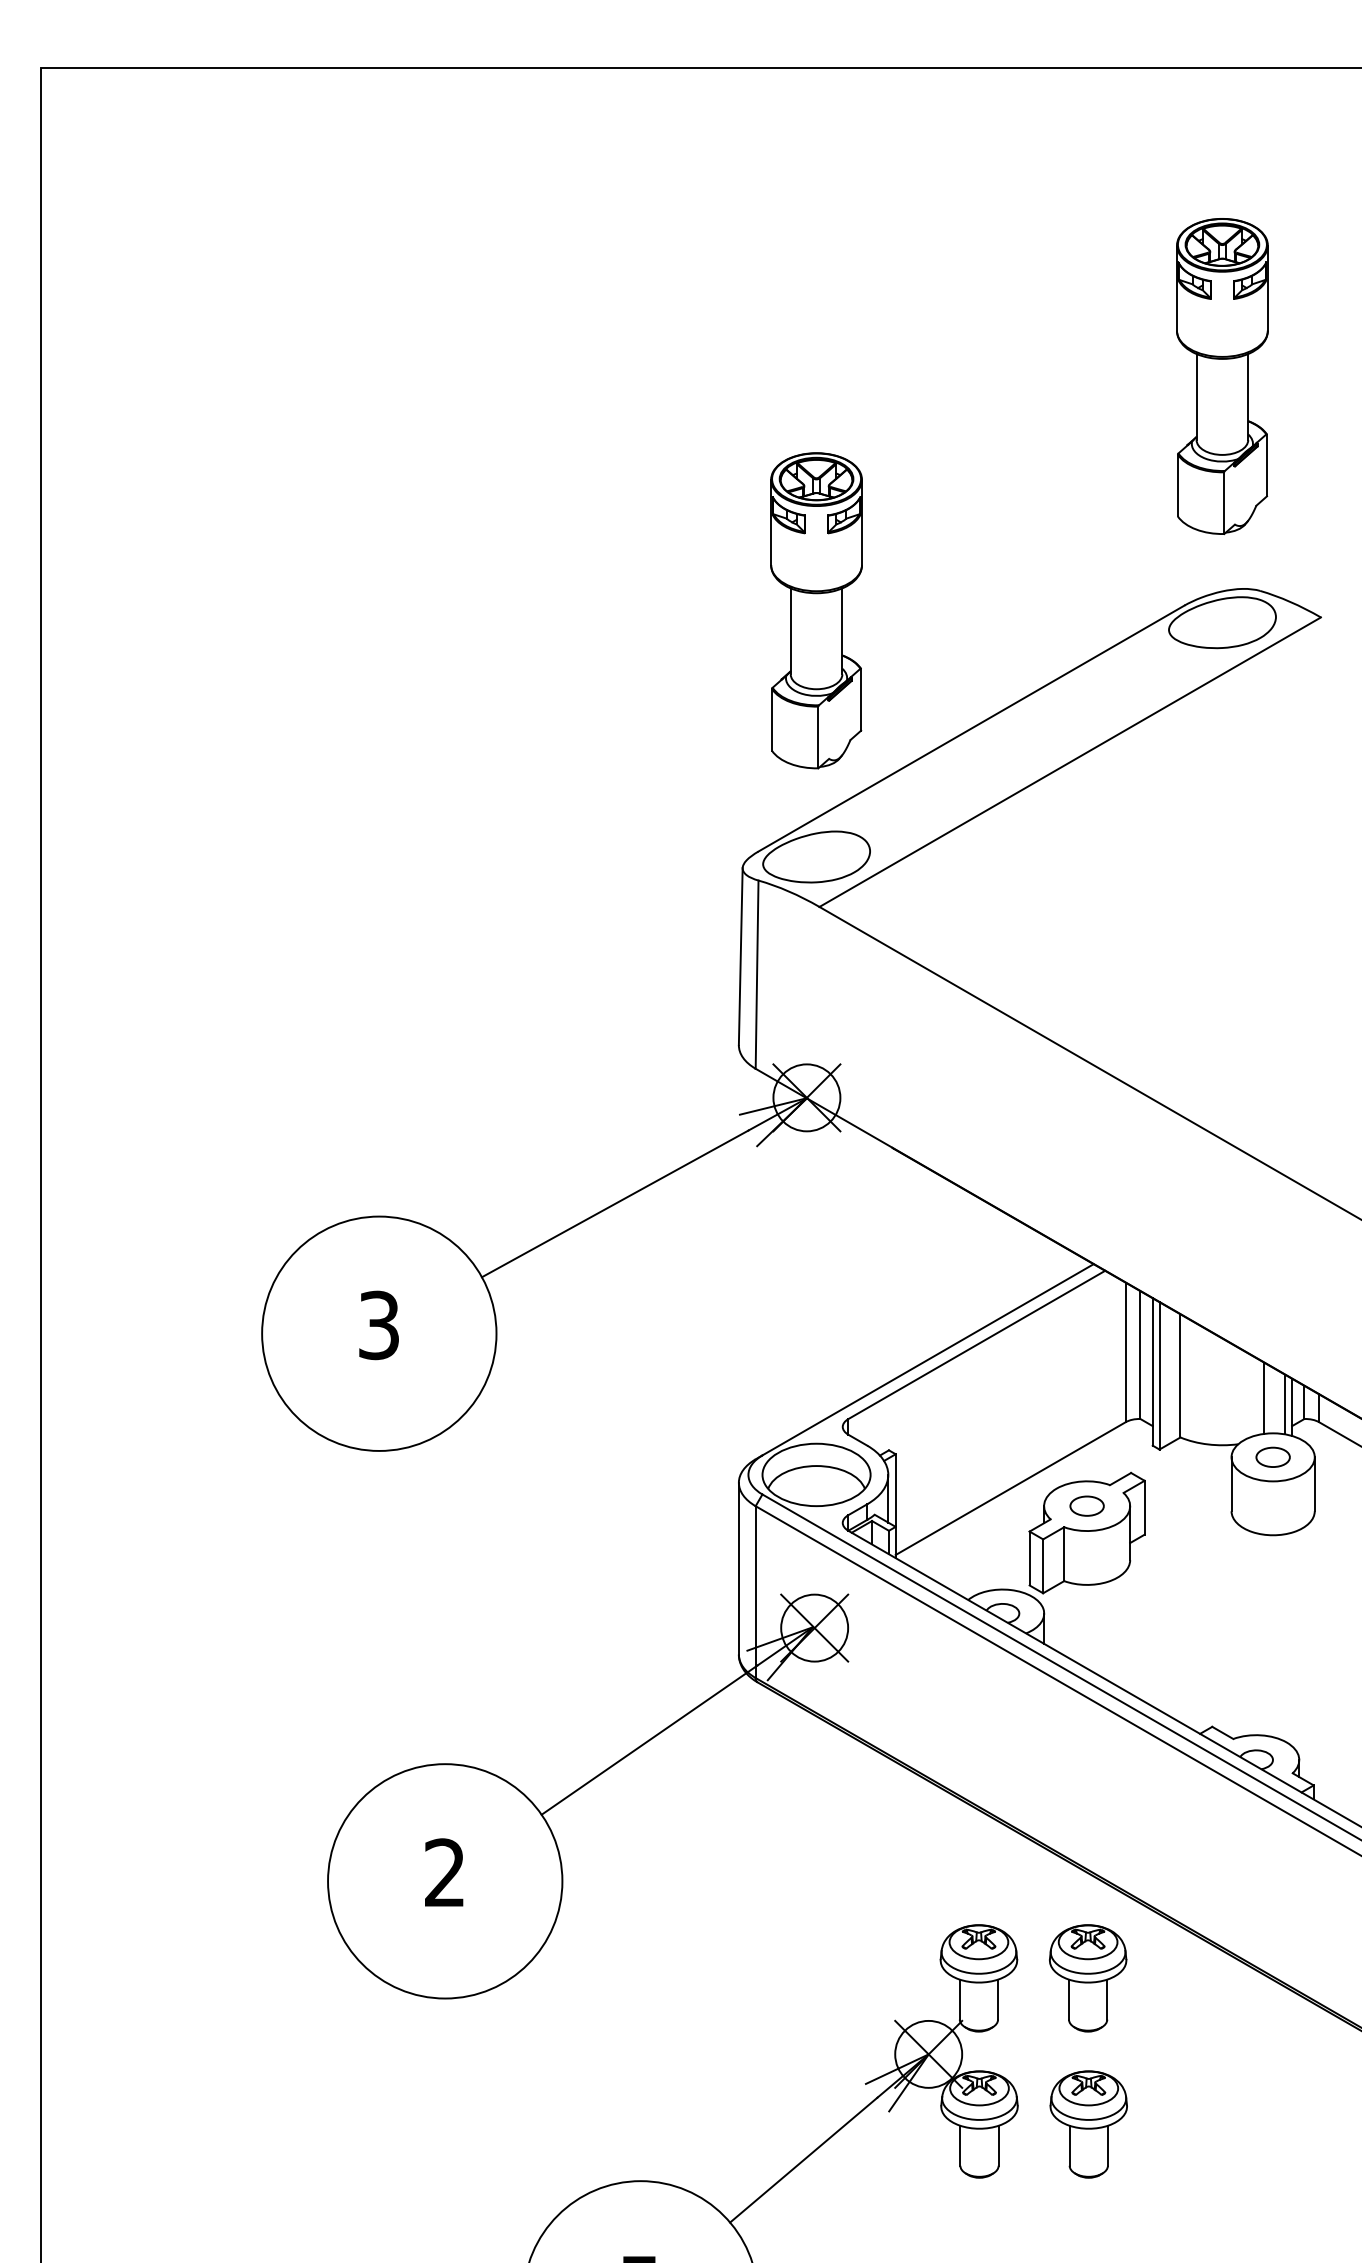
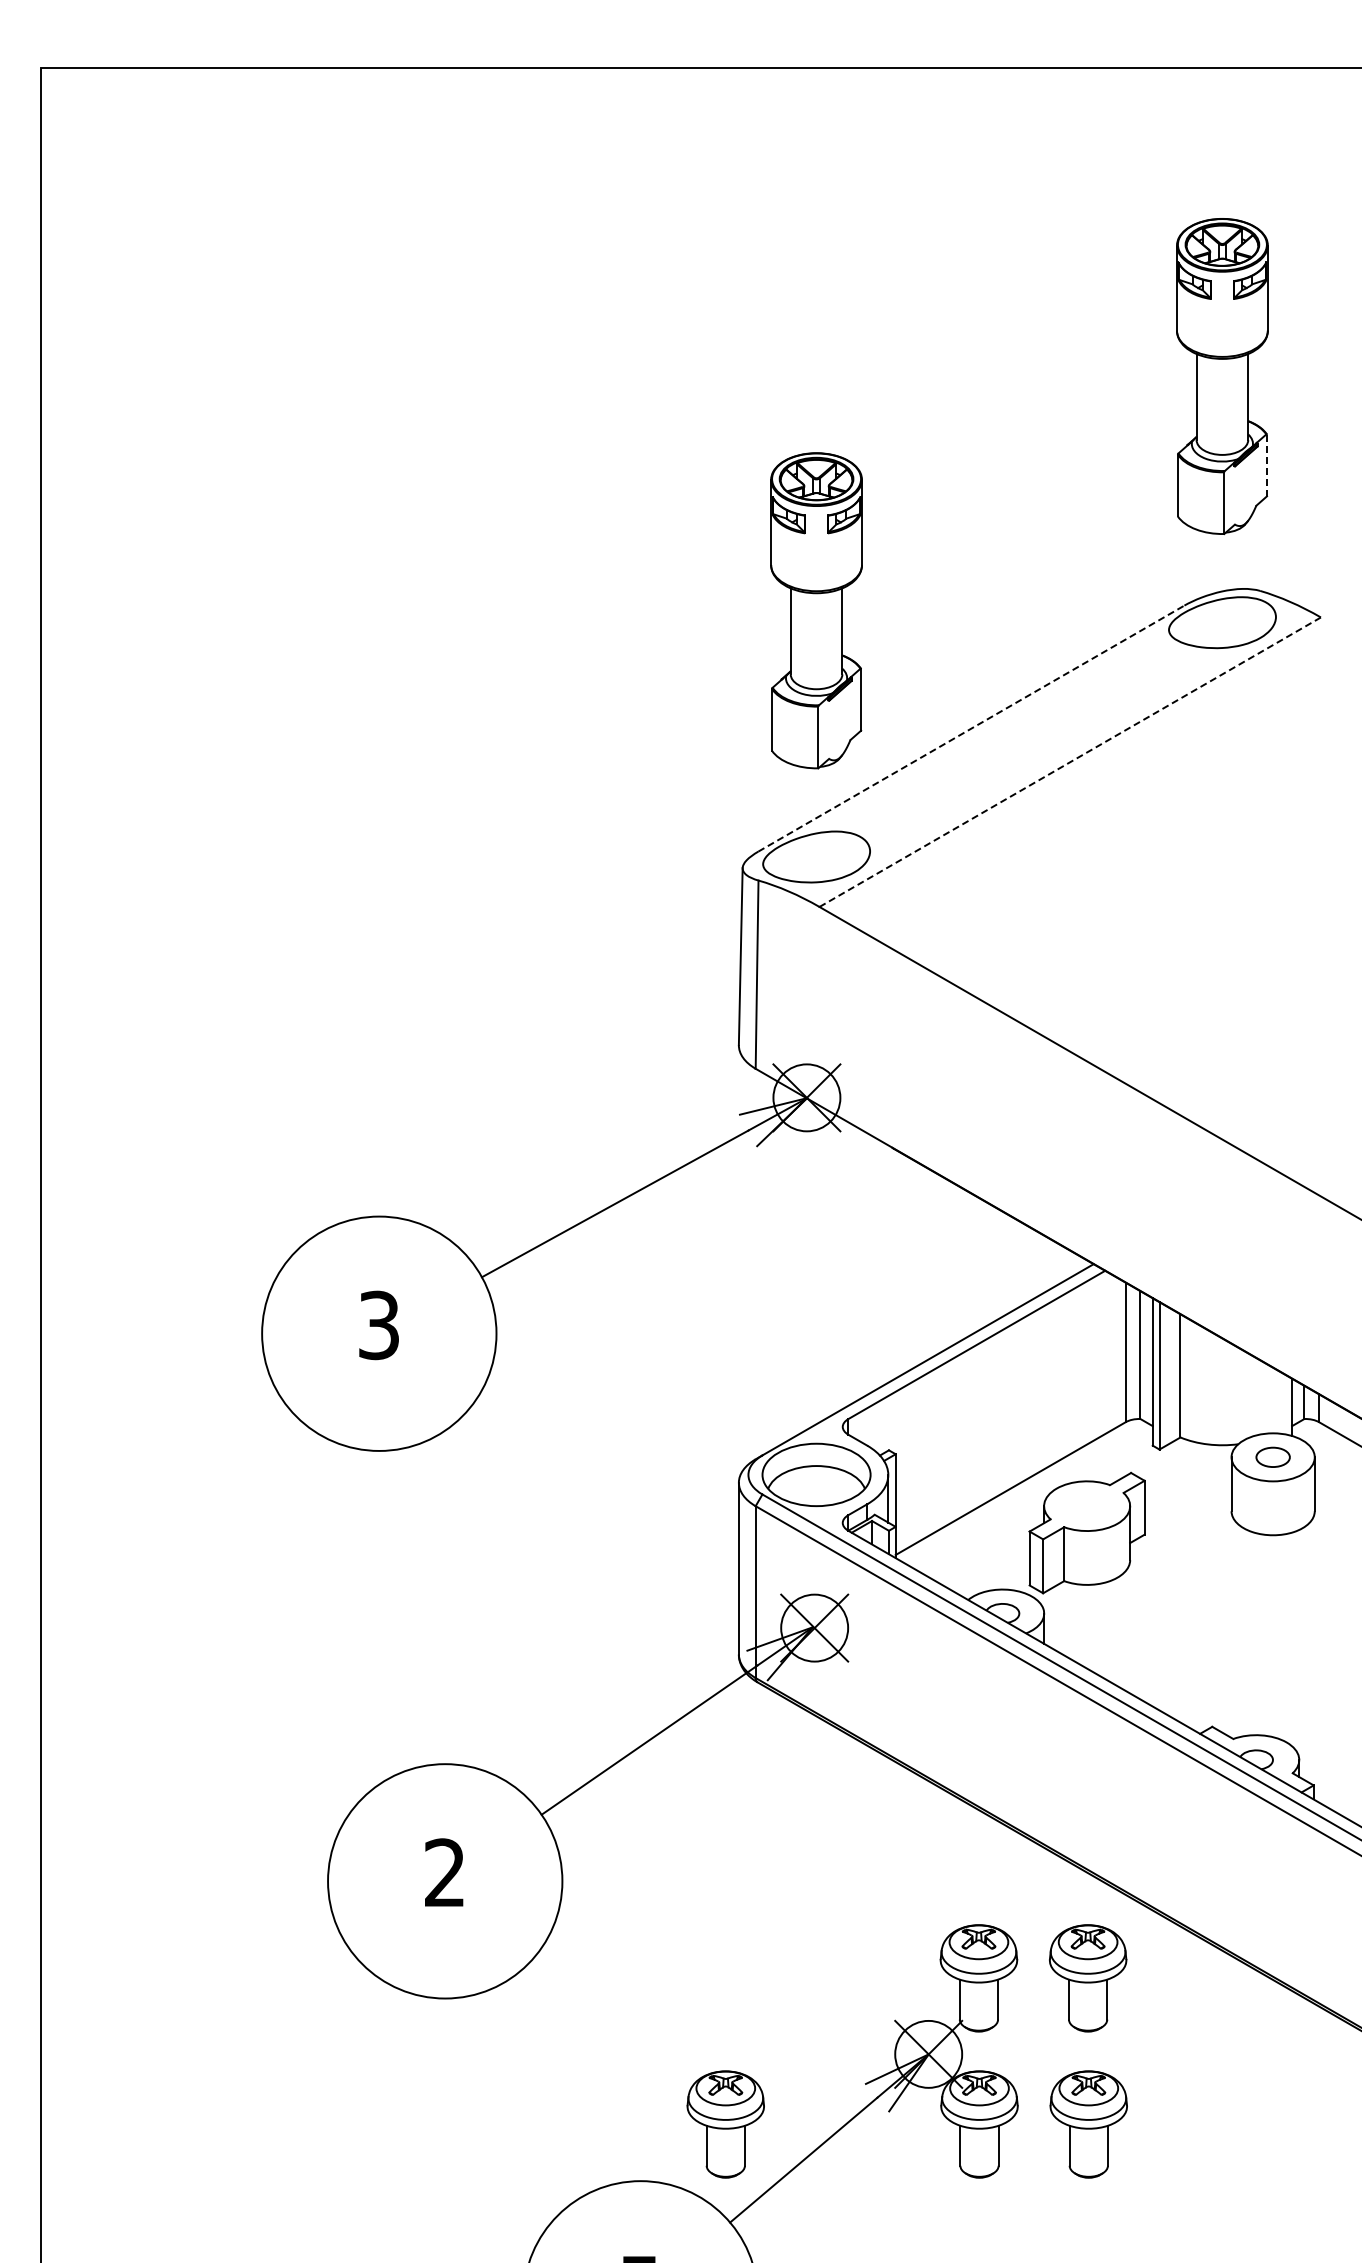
line at (1266, 465): solid -> dashed
line at (971, 728): solid -> dashed
line at (1070, 761): solid -> dashed
line at (1264, 1397): present -> none
line at (1285, 1404): present -> none
part at (1086, 1505): present -> none
part at (725, 2124): none -> present
